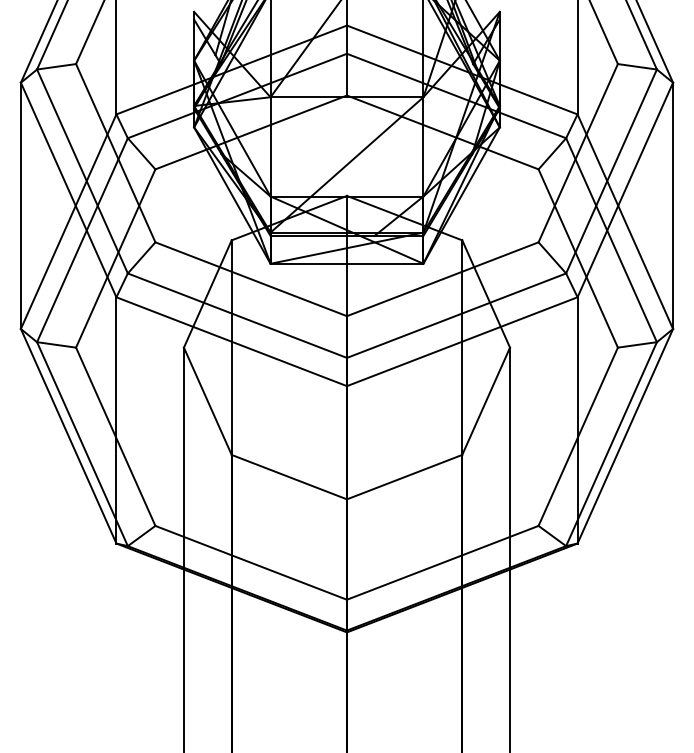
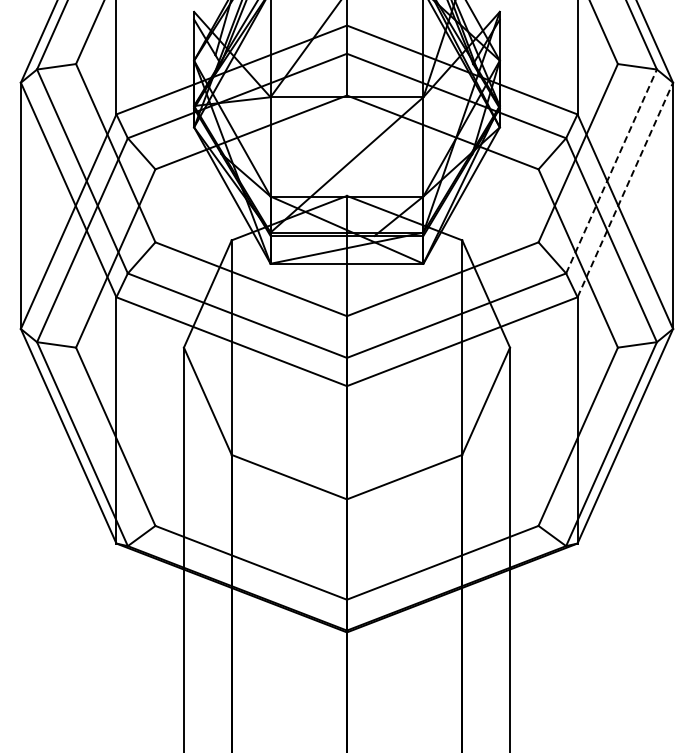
line at (611, 171): solid -> dashed
line at (625, 189): solid -> dashed
